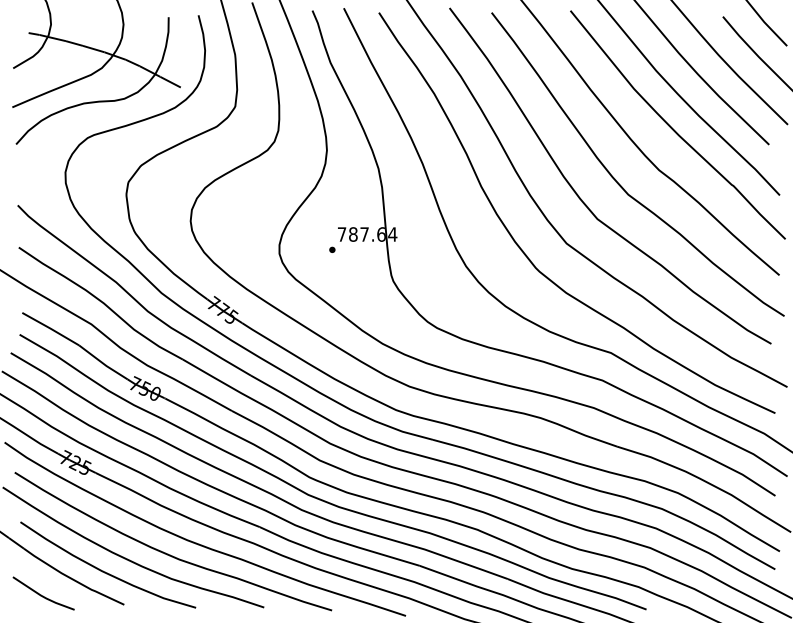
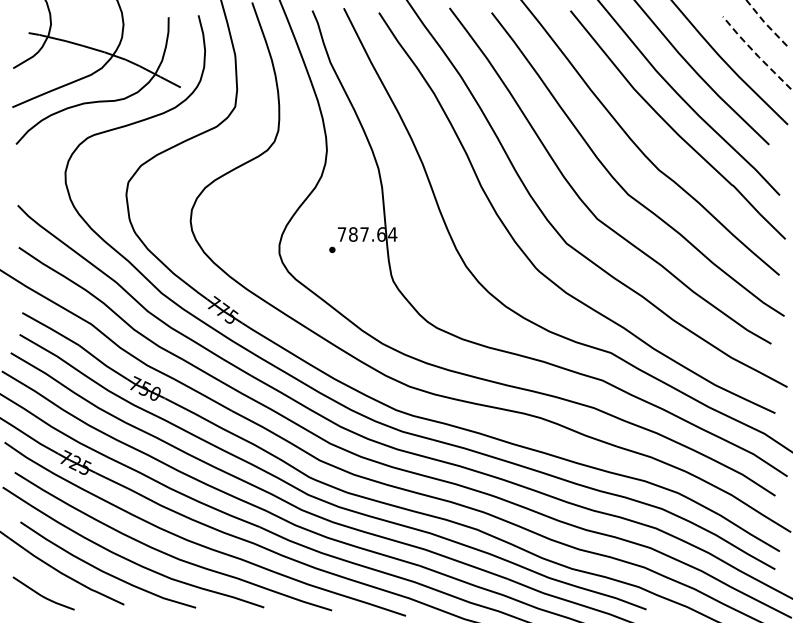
line at (765, 23): solid -> dashed
line at (756, 54): solid -> dashed
